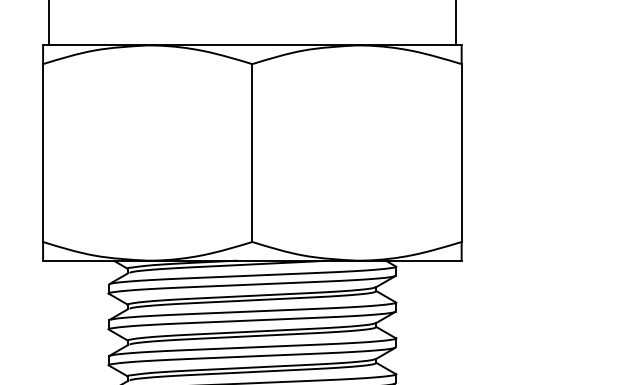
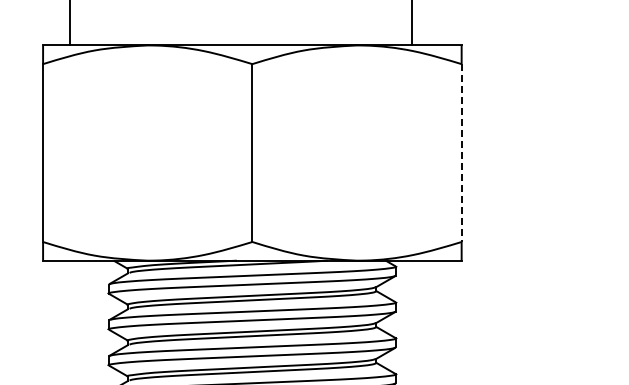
line at (49, 23) position: (49, 23) -> (70, 23)
line at (455, 23) position: (455, 23) -> (411, 23)
line at (461, 153): solid -> dashed
